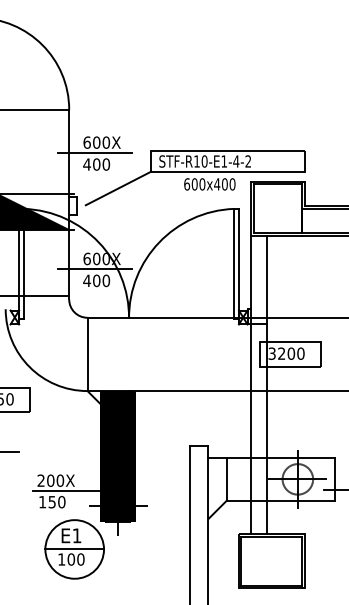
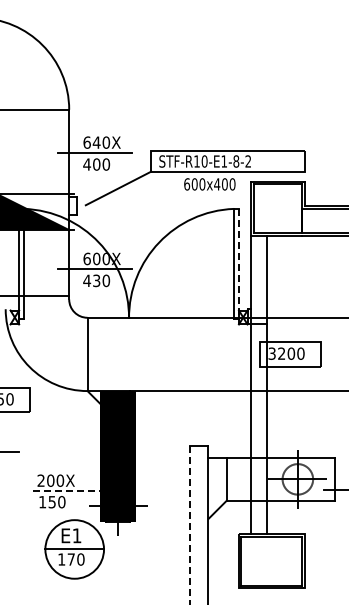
text at (96, 142): 600X -> 640X
text at (236, 161): STF-R10-E1-4-2 -> STF-R10-E1-8-2
line at (238, 263): solid -> dashed
text at (96, 280): 400 -> 430
line at (69, 490): solid -> dashed
line at (190, 525): solid -> dashed
text at (71, 559): 100 -> 170
